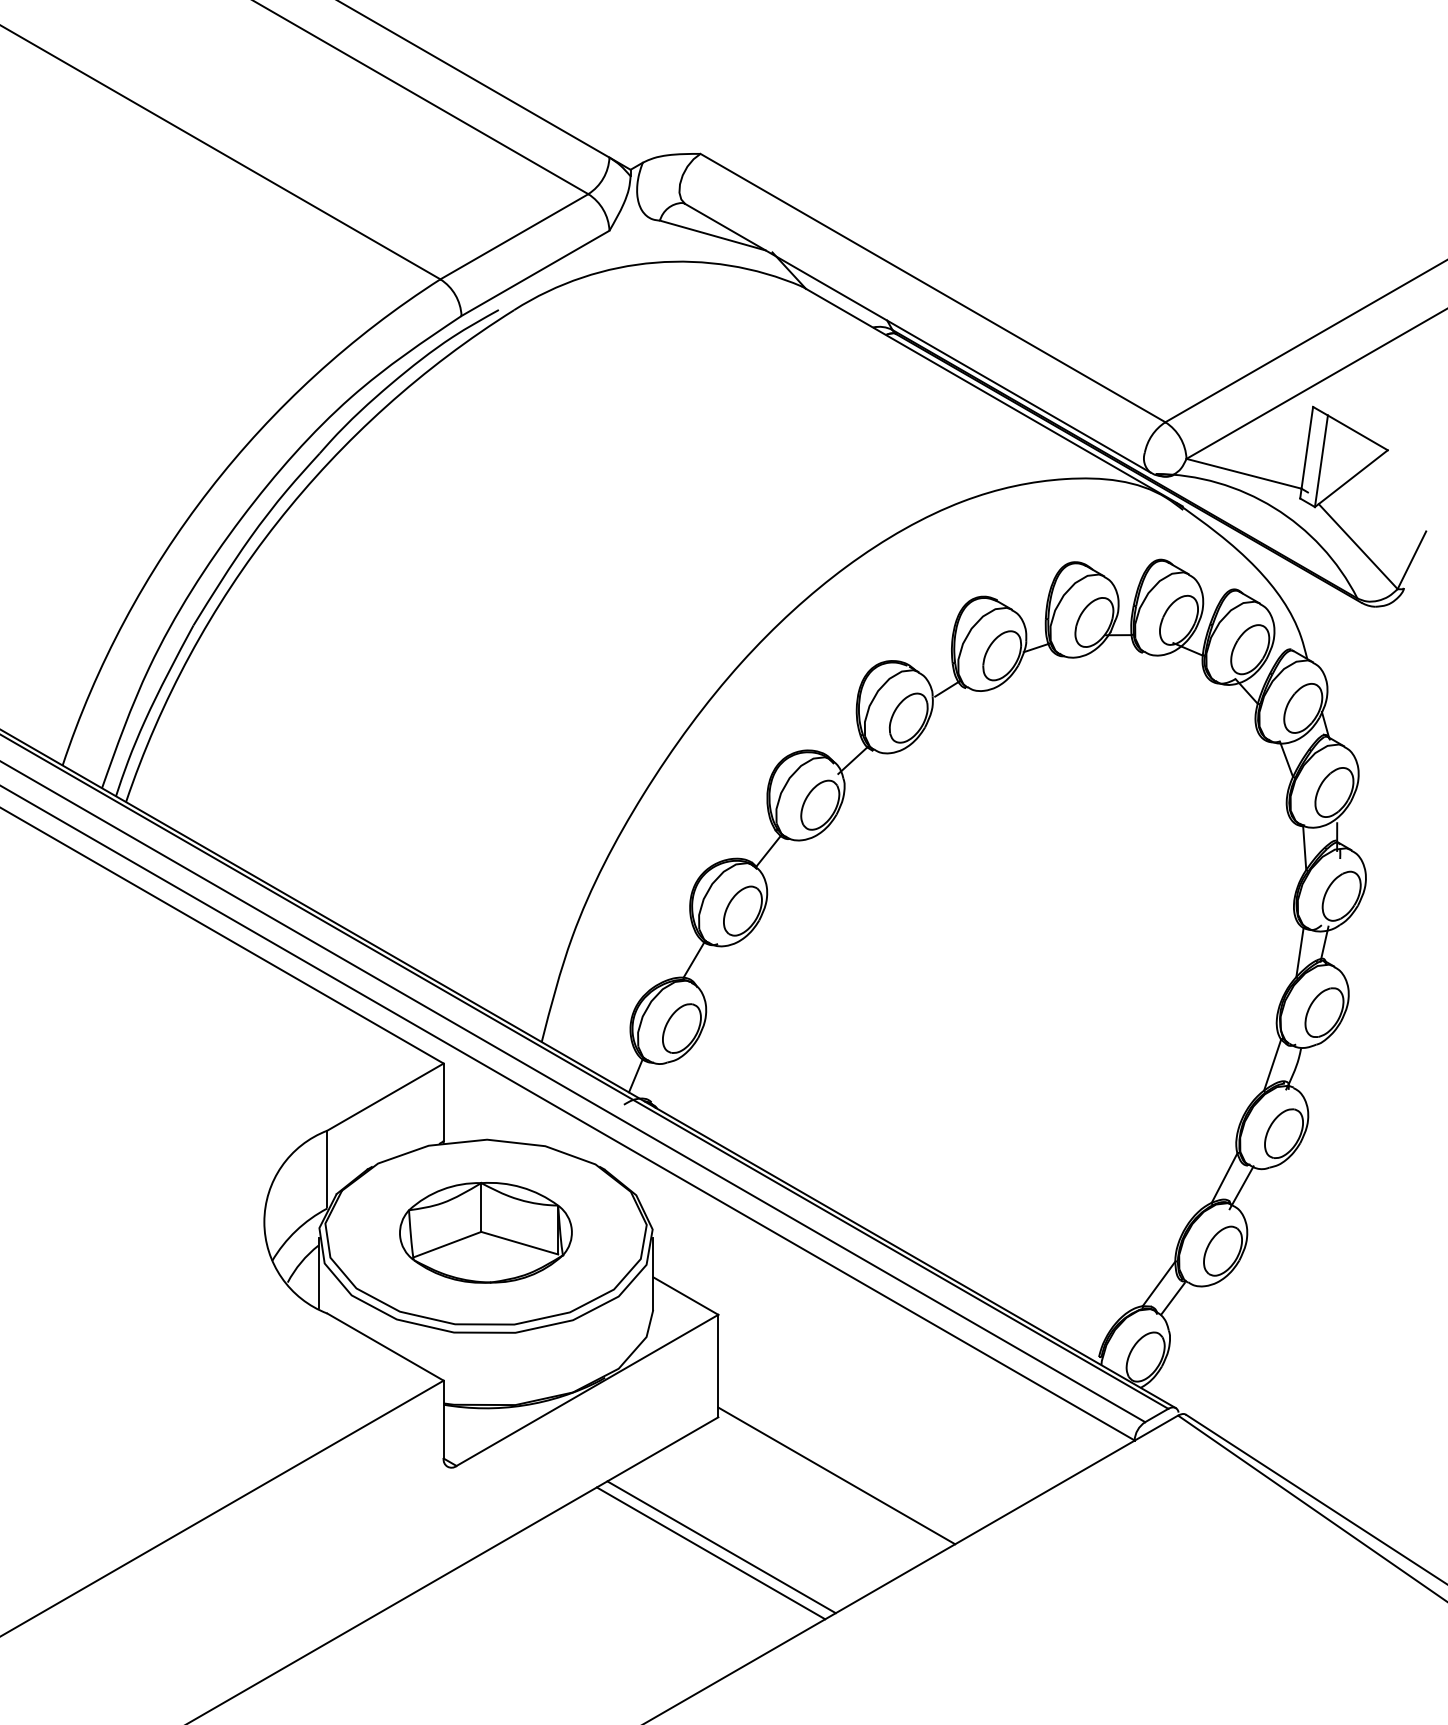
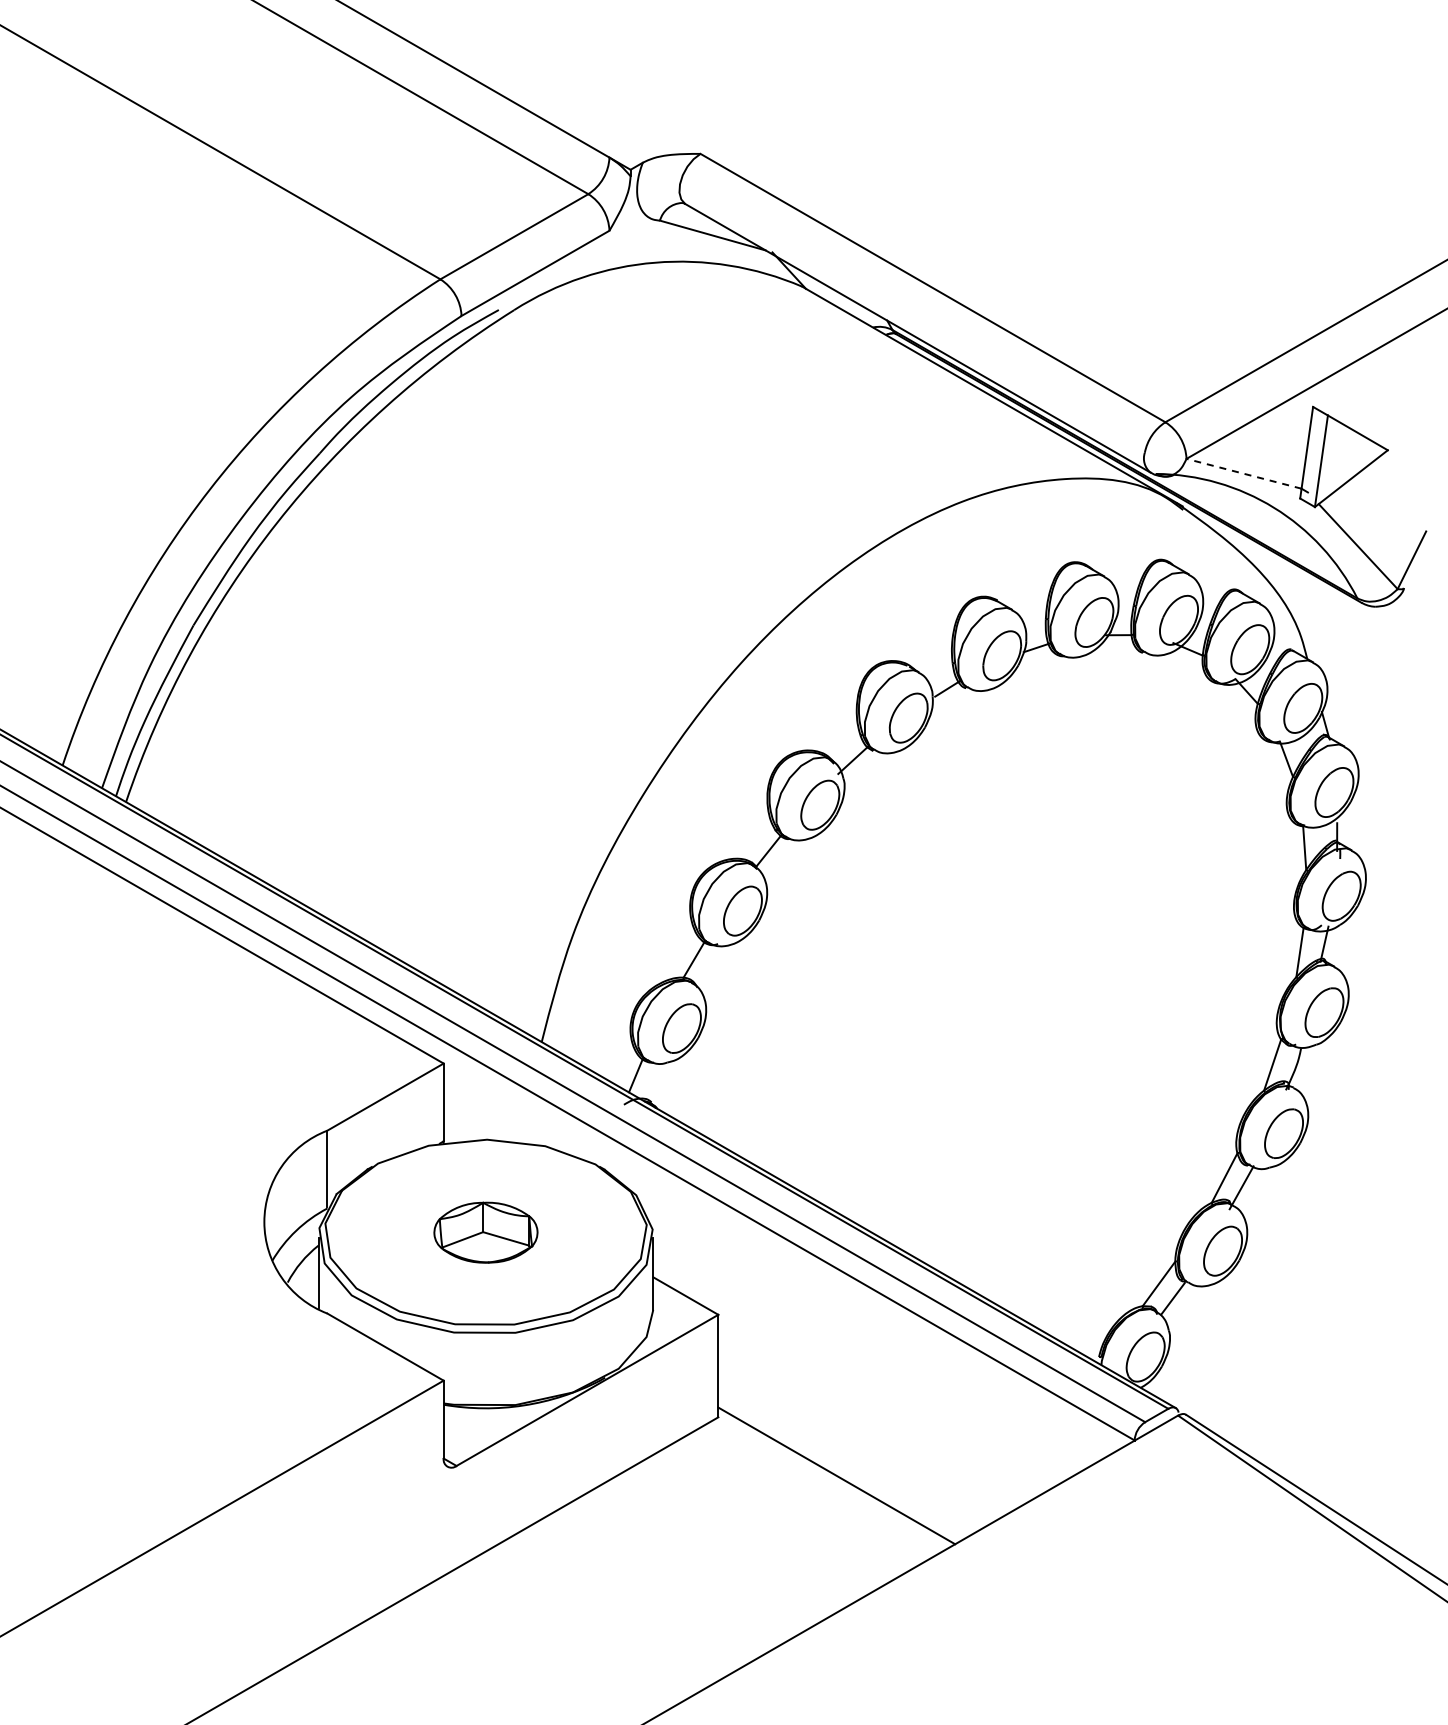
line at (1243, 473): solid -> dashed
part at (485, 1232) size: 174x103 px -> 106x63 px
line at (721, 1547): present -> none
line at (710, 1553): present -> none
